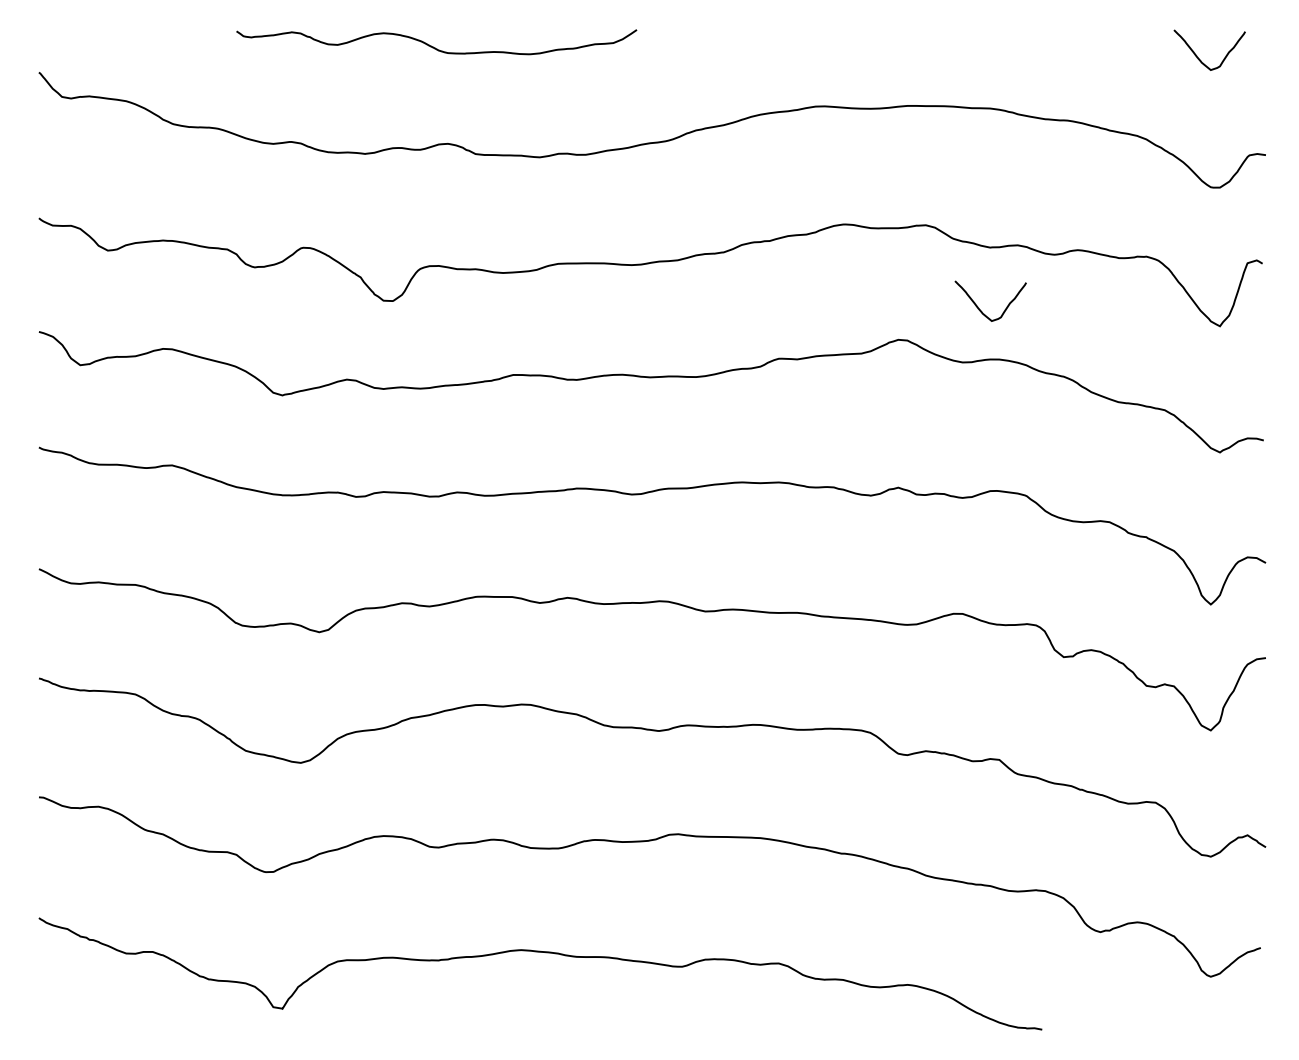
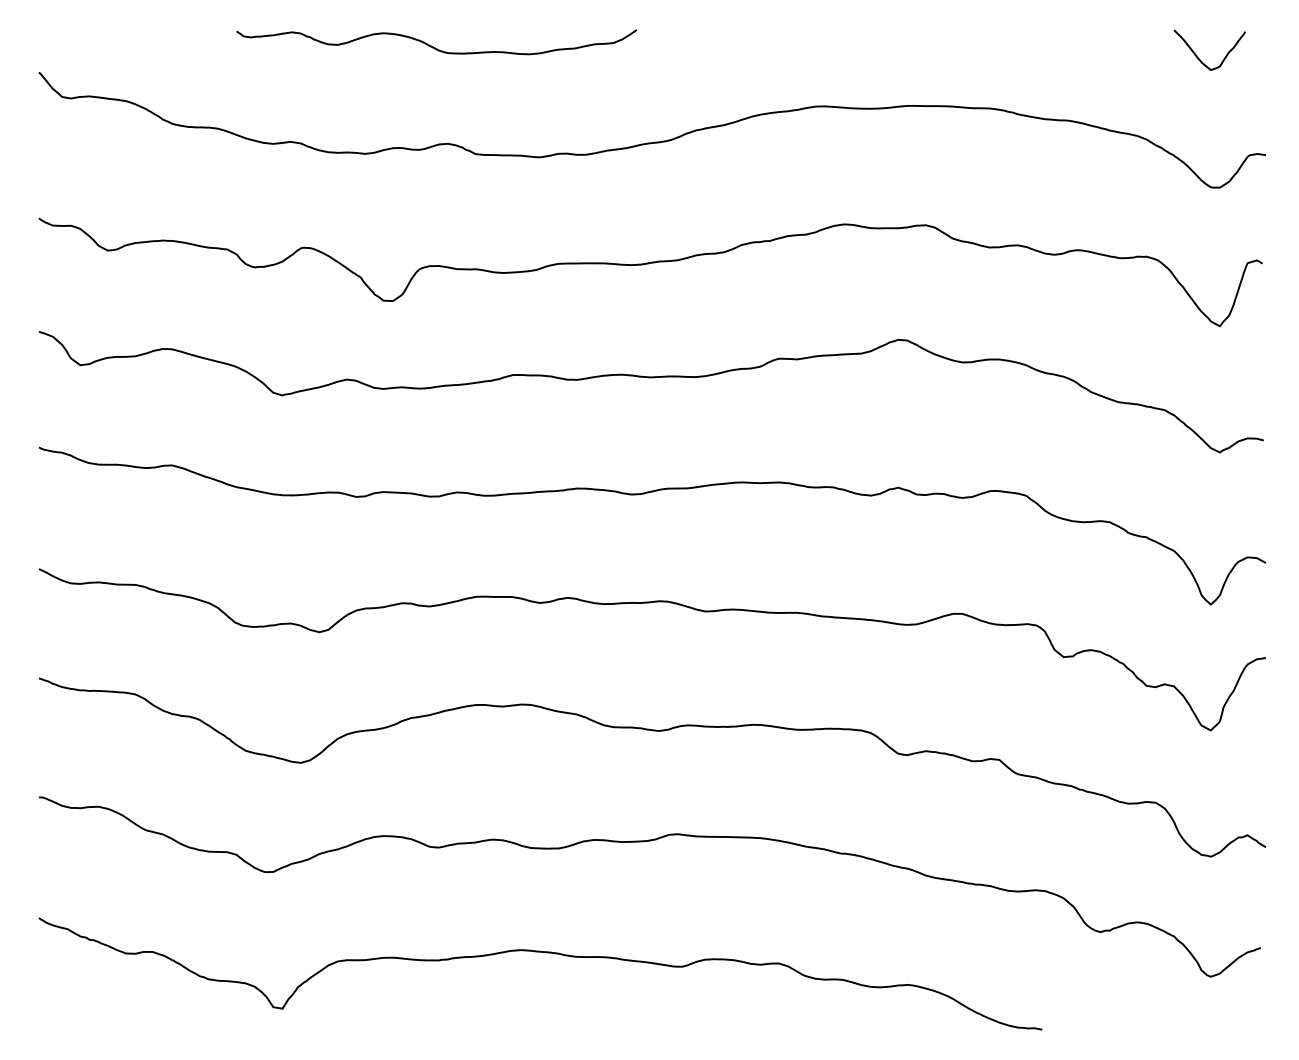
curve at (978, 306): present -> none
